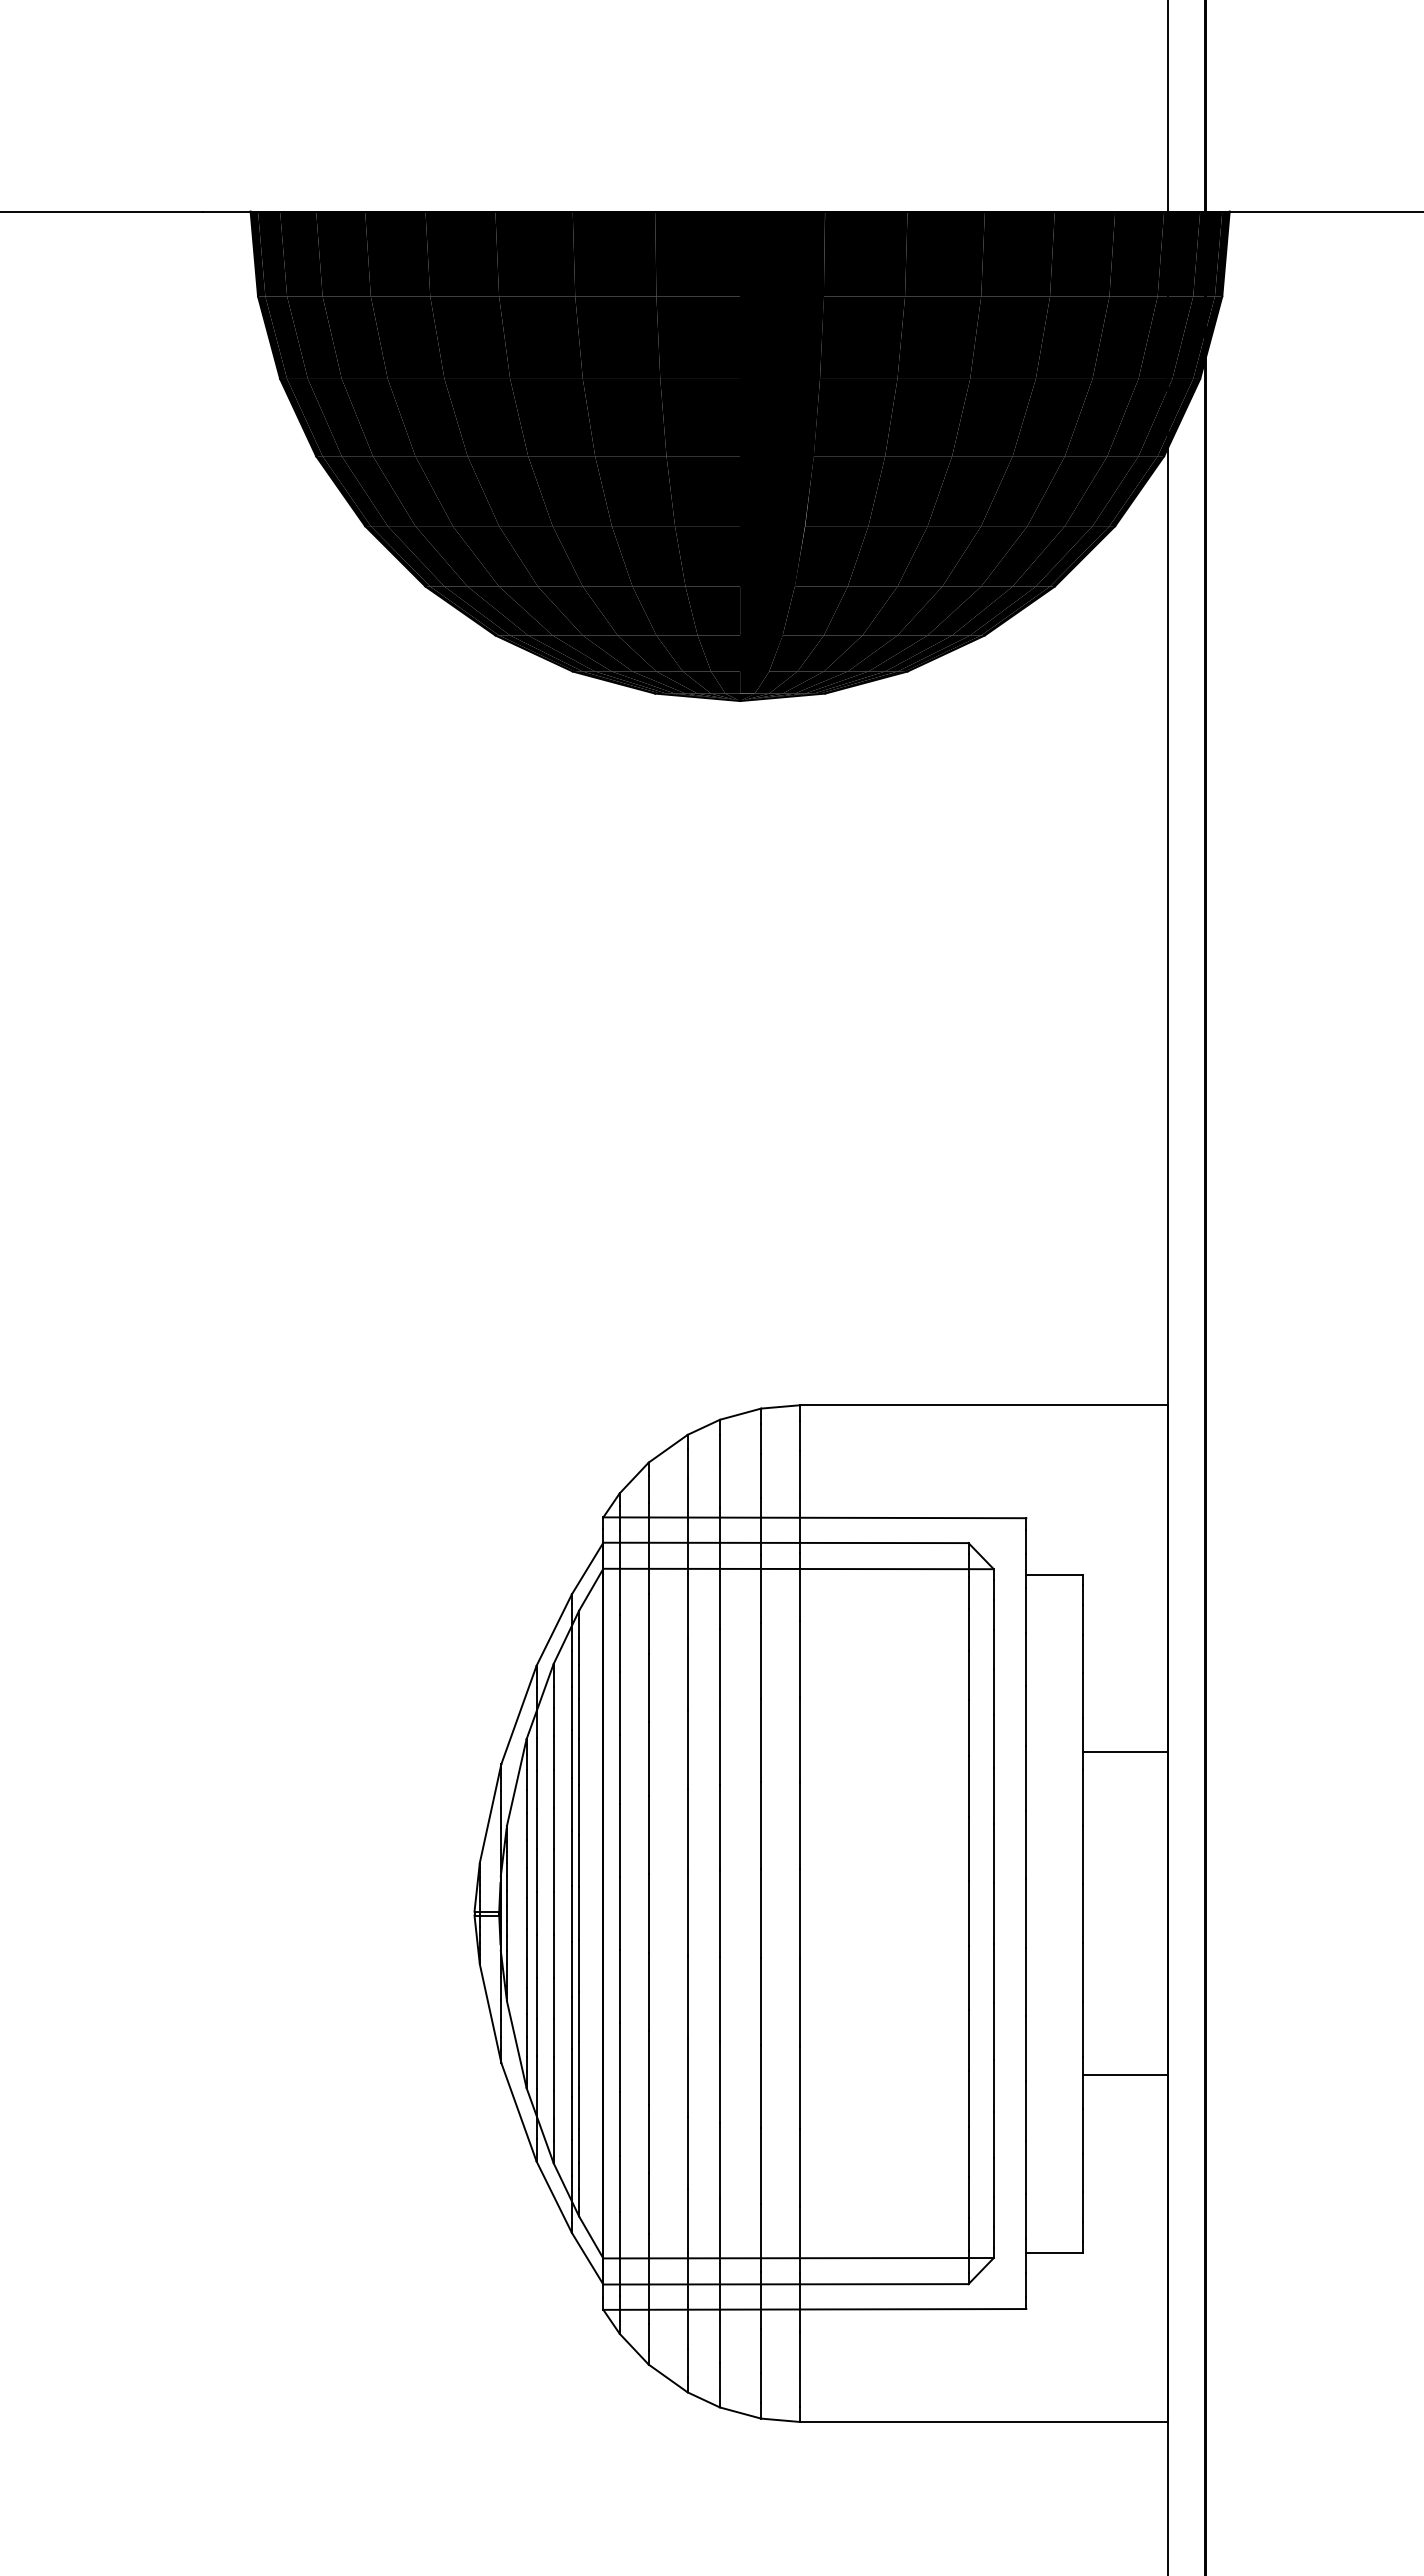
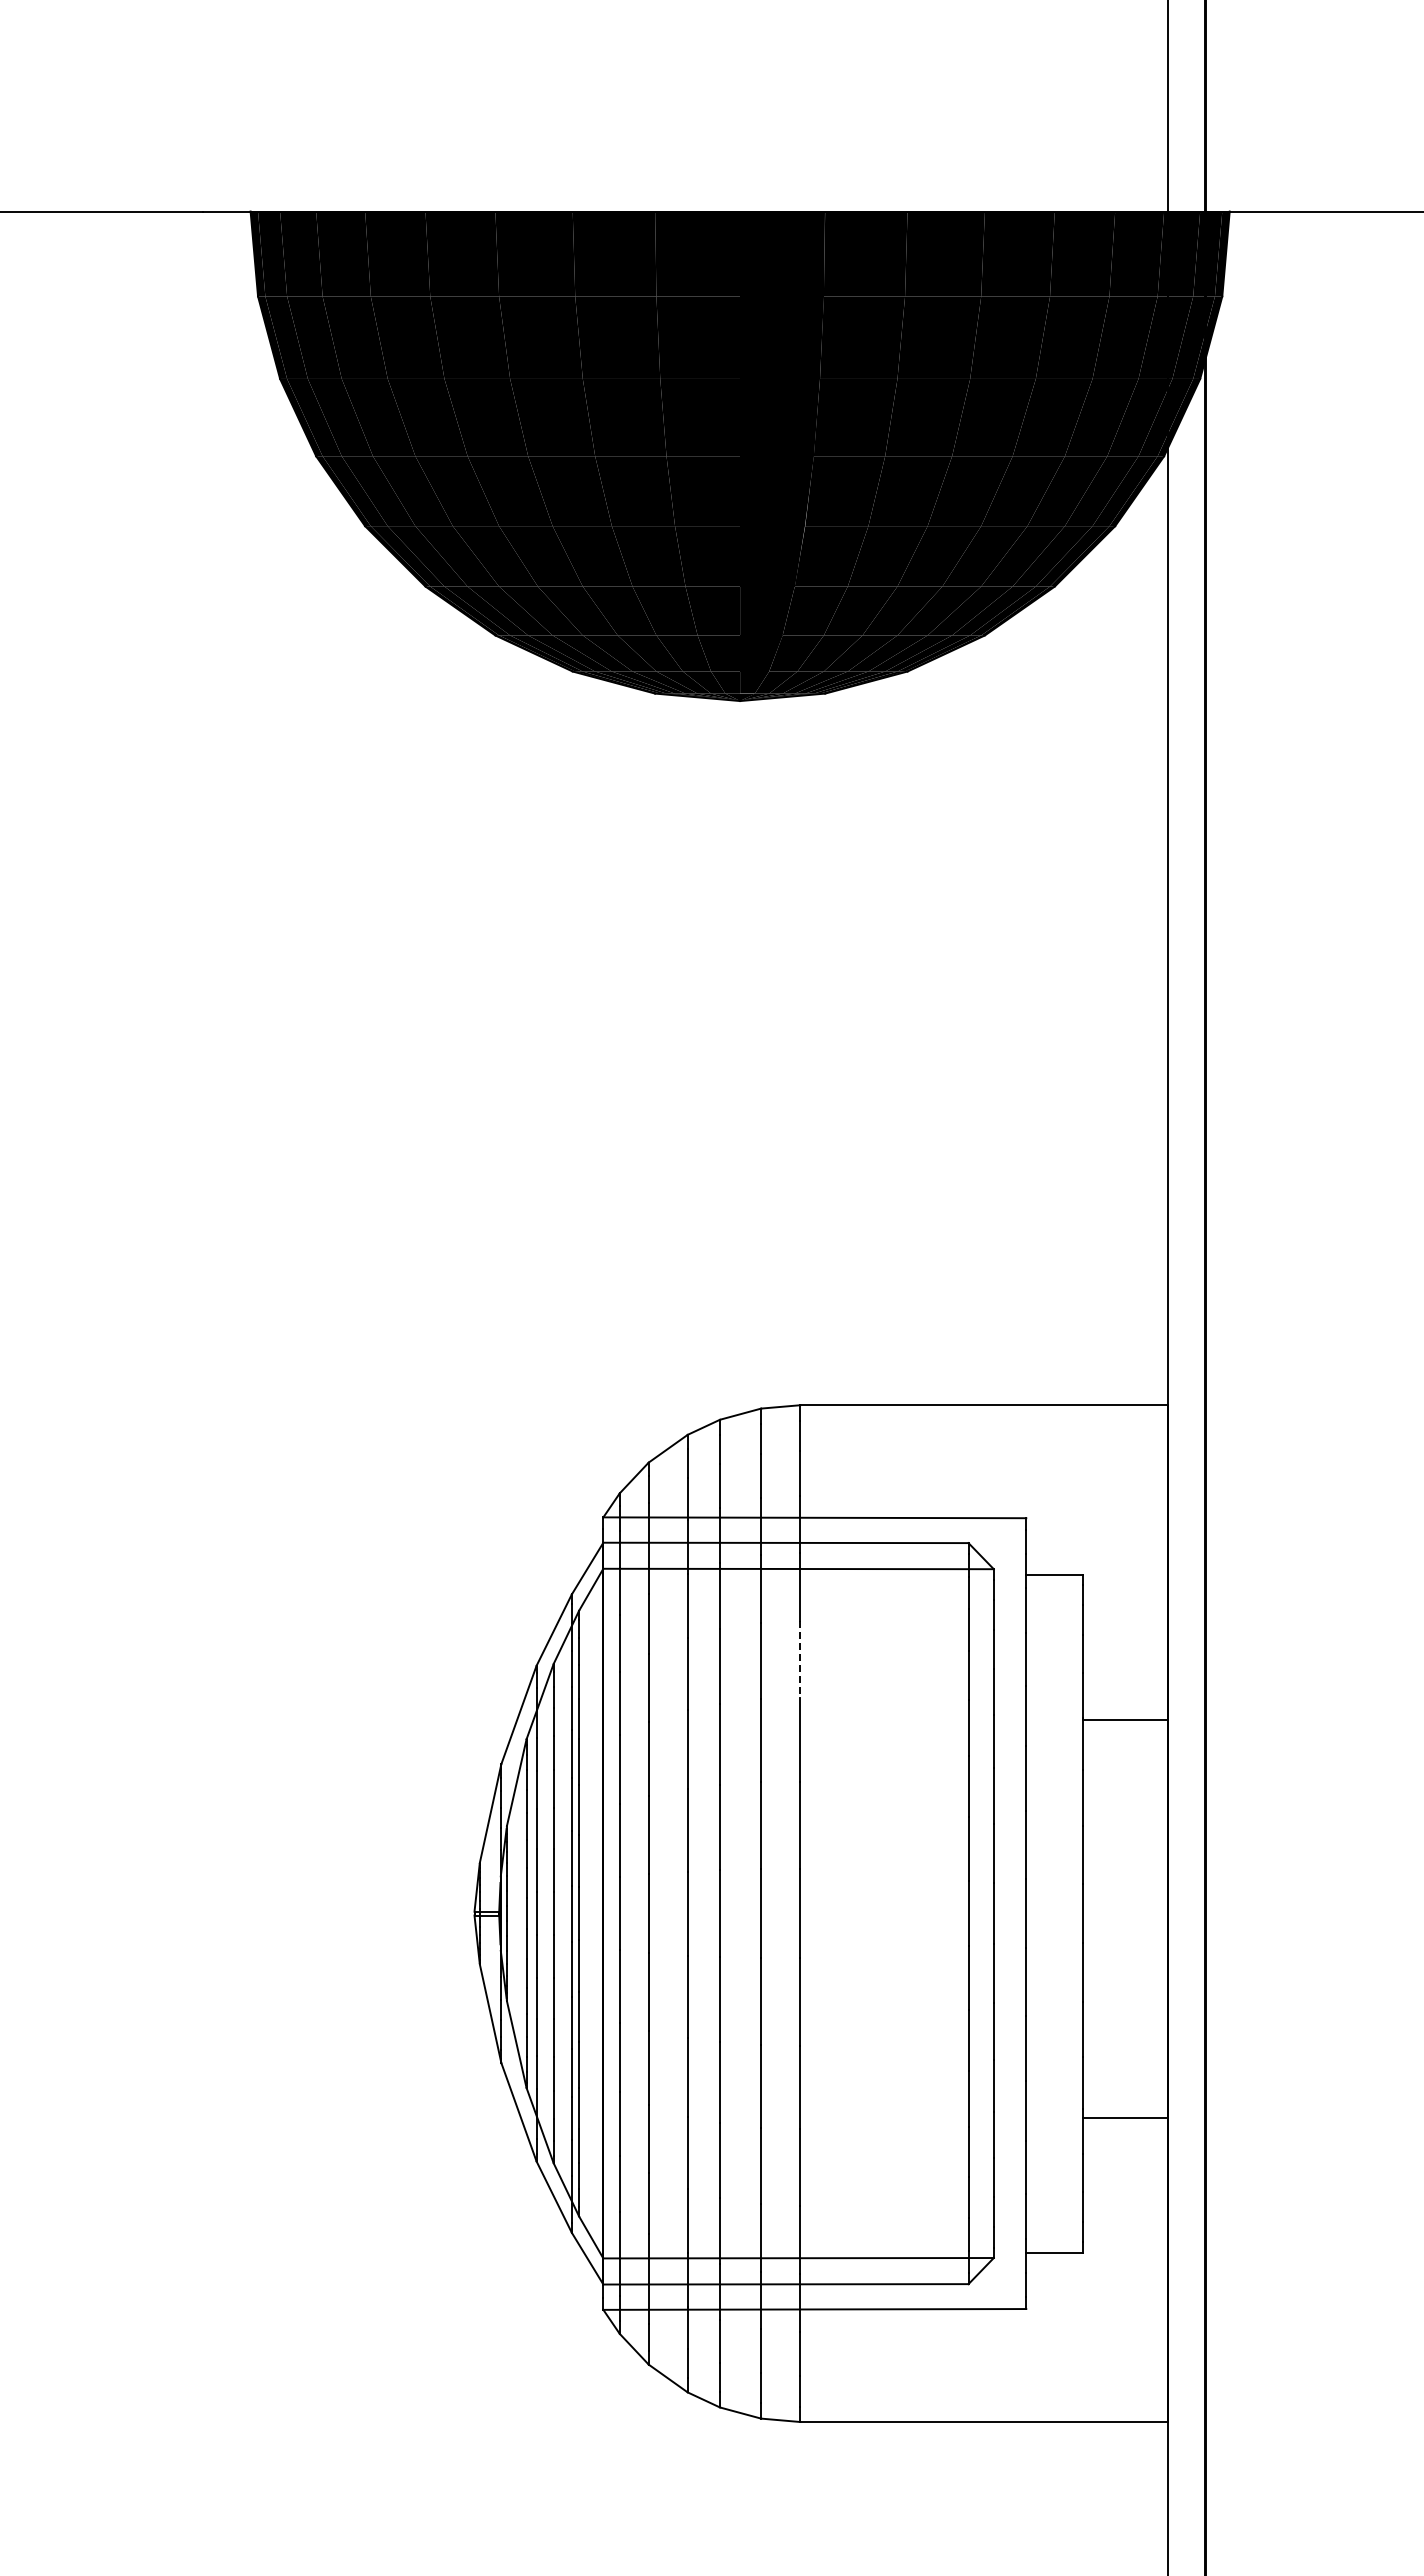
line at (800, 1659): solid -> dashed
line at (1124, 1751) position: (1124, 1751) -> (1124, 1719)
line at (1124, 2075) position: (1124, 2075) -> (1124, 2118)
